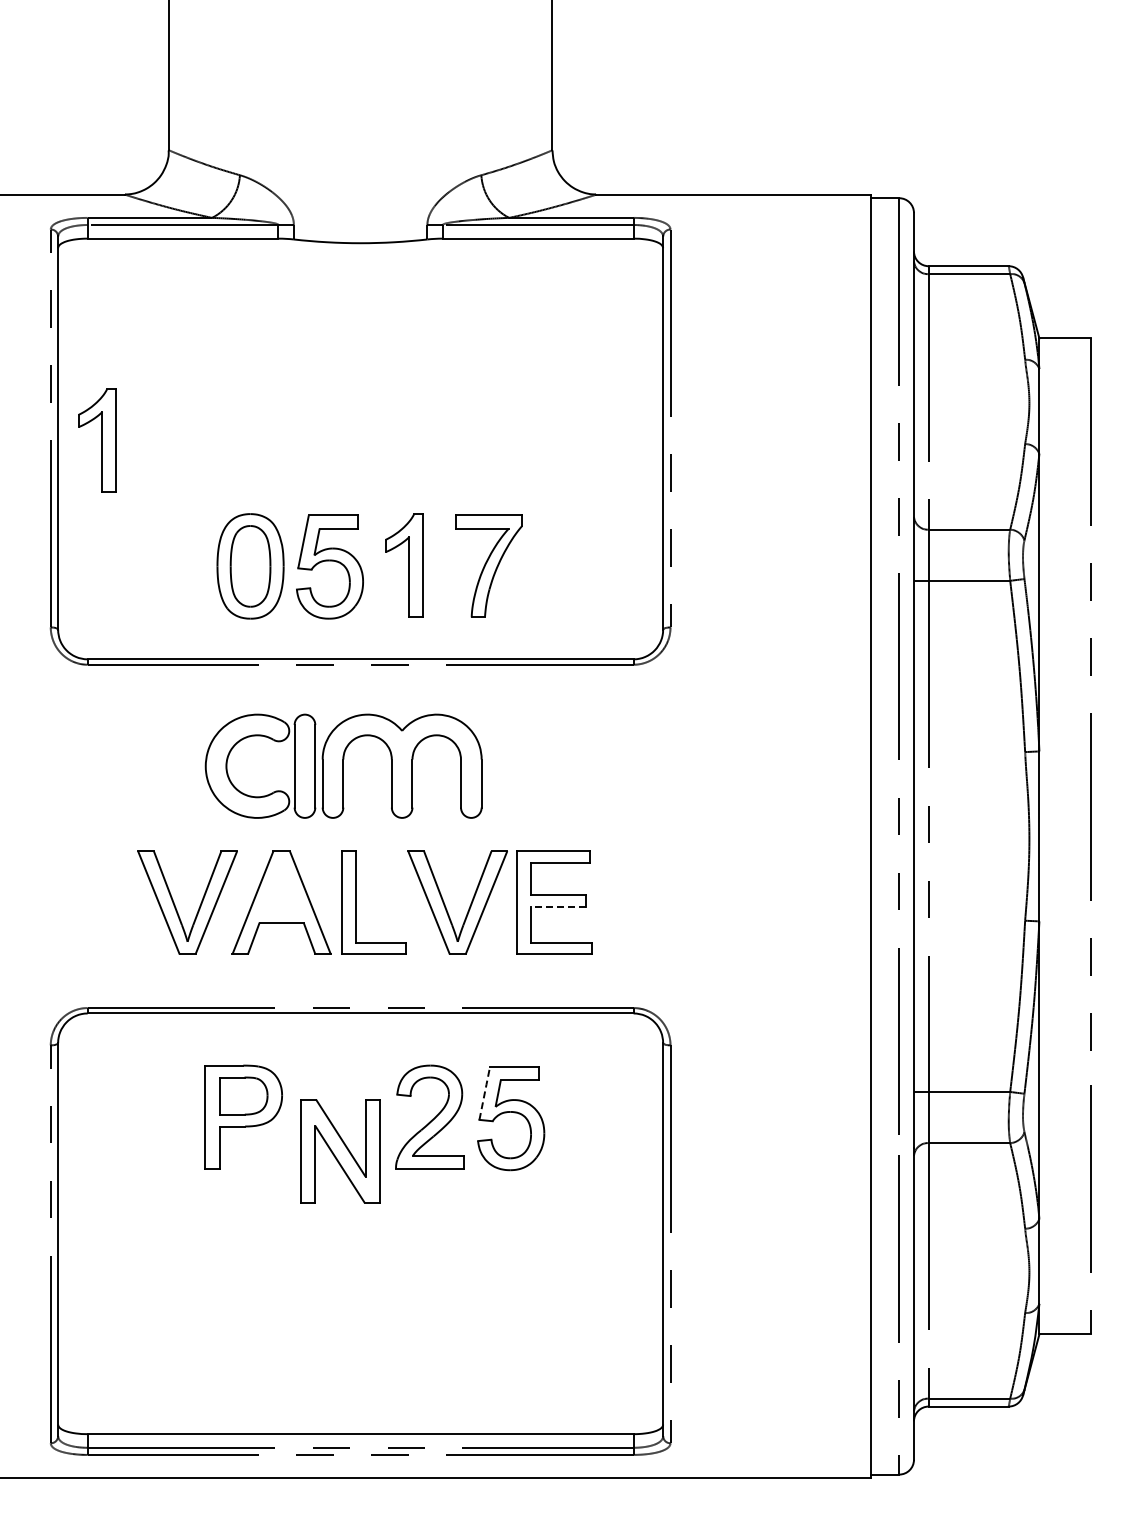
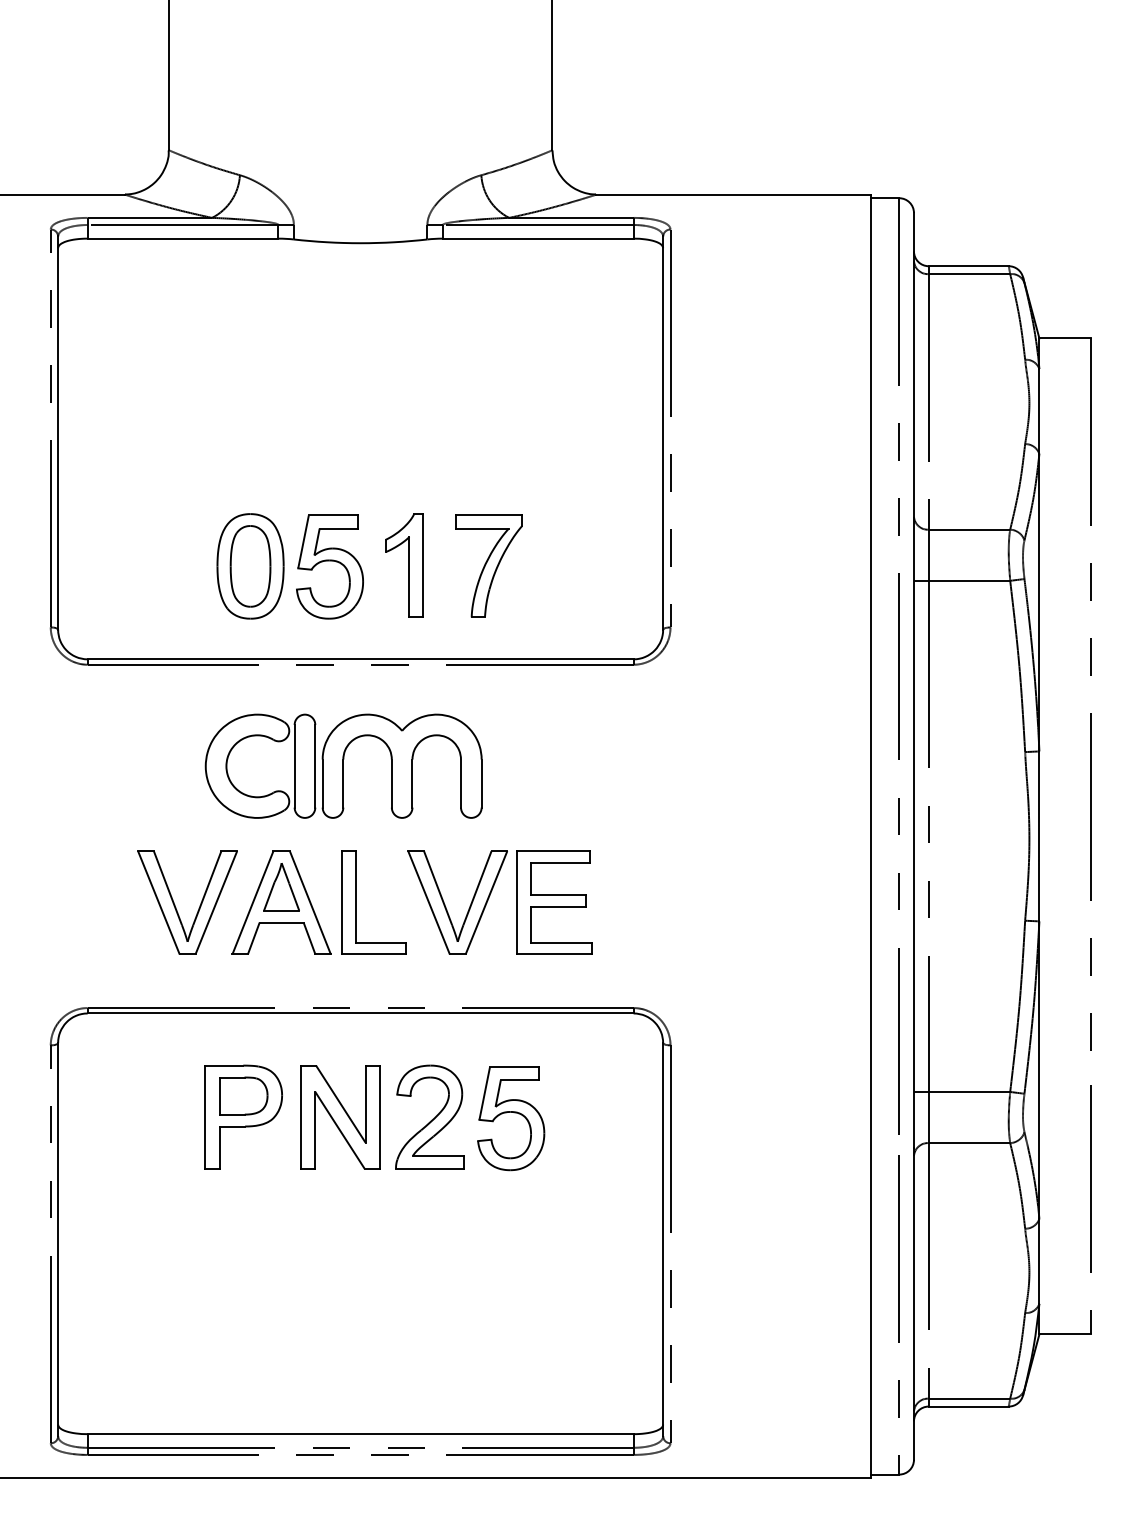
part at (97, 440): present -> none
part at (281, 887): none -> present
line at (557, 906): dashed -> solid
line at (484, 1092): dashed -> solid
part at (340, 1151) position: (340, 1151) -> (340, 1117)
